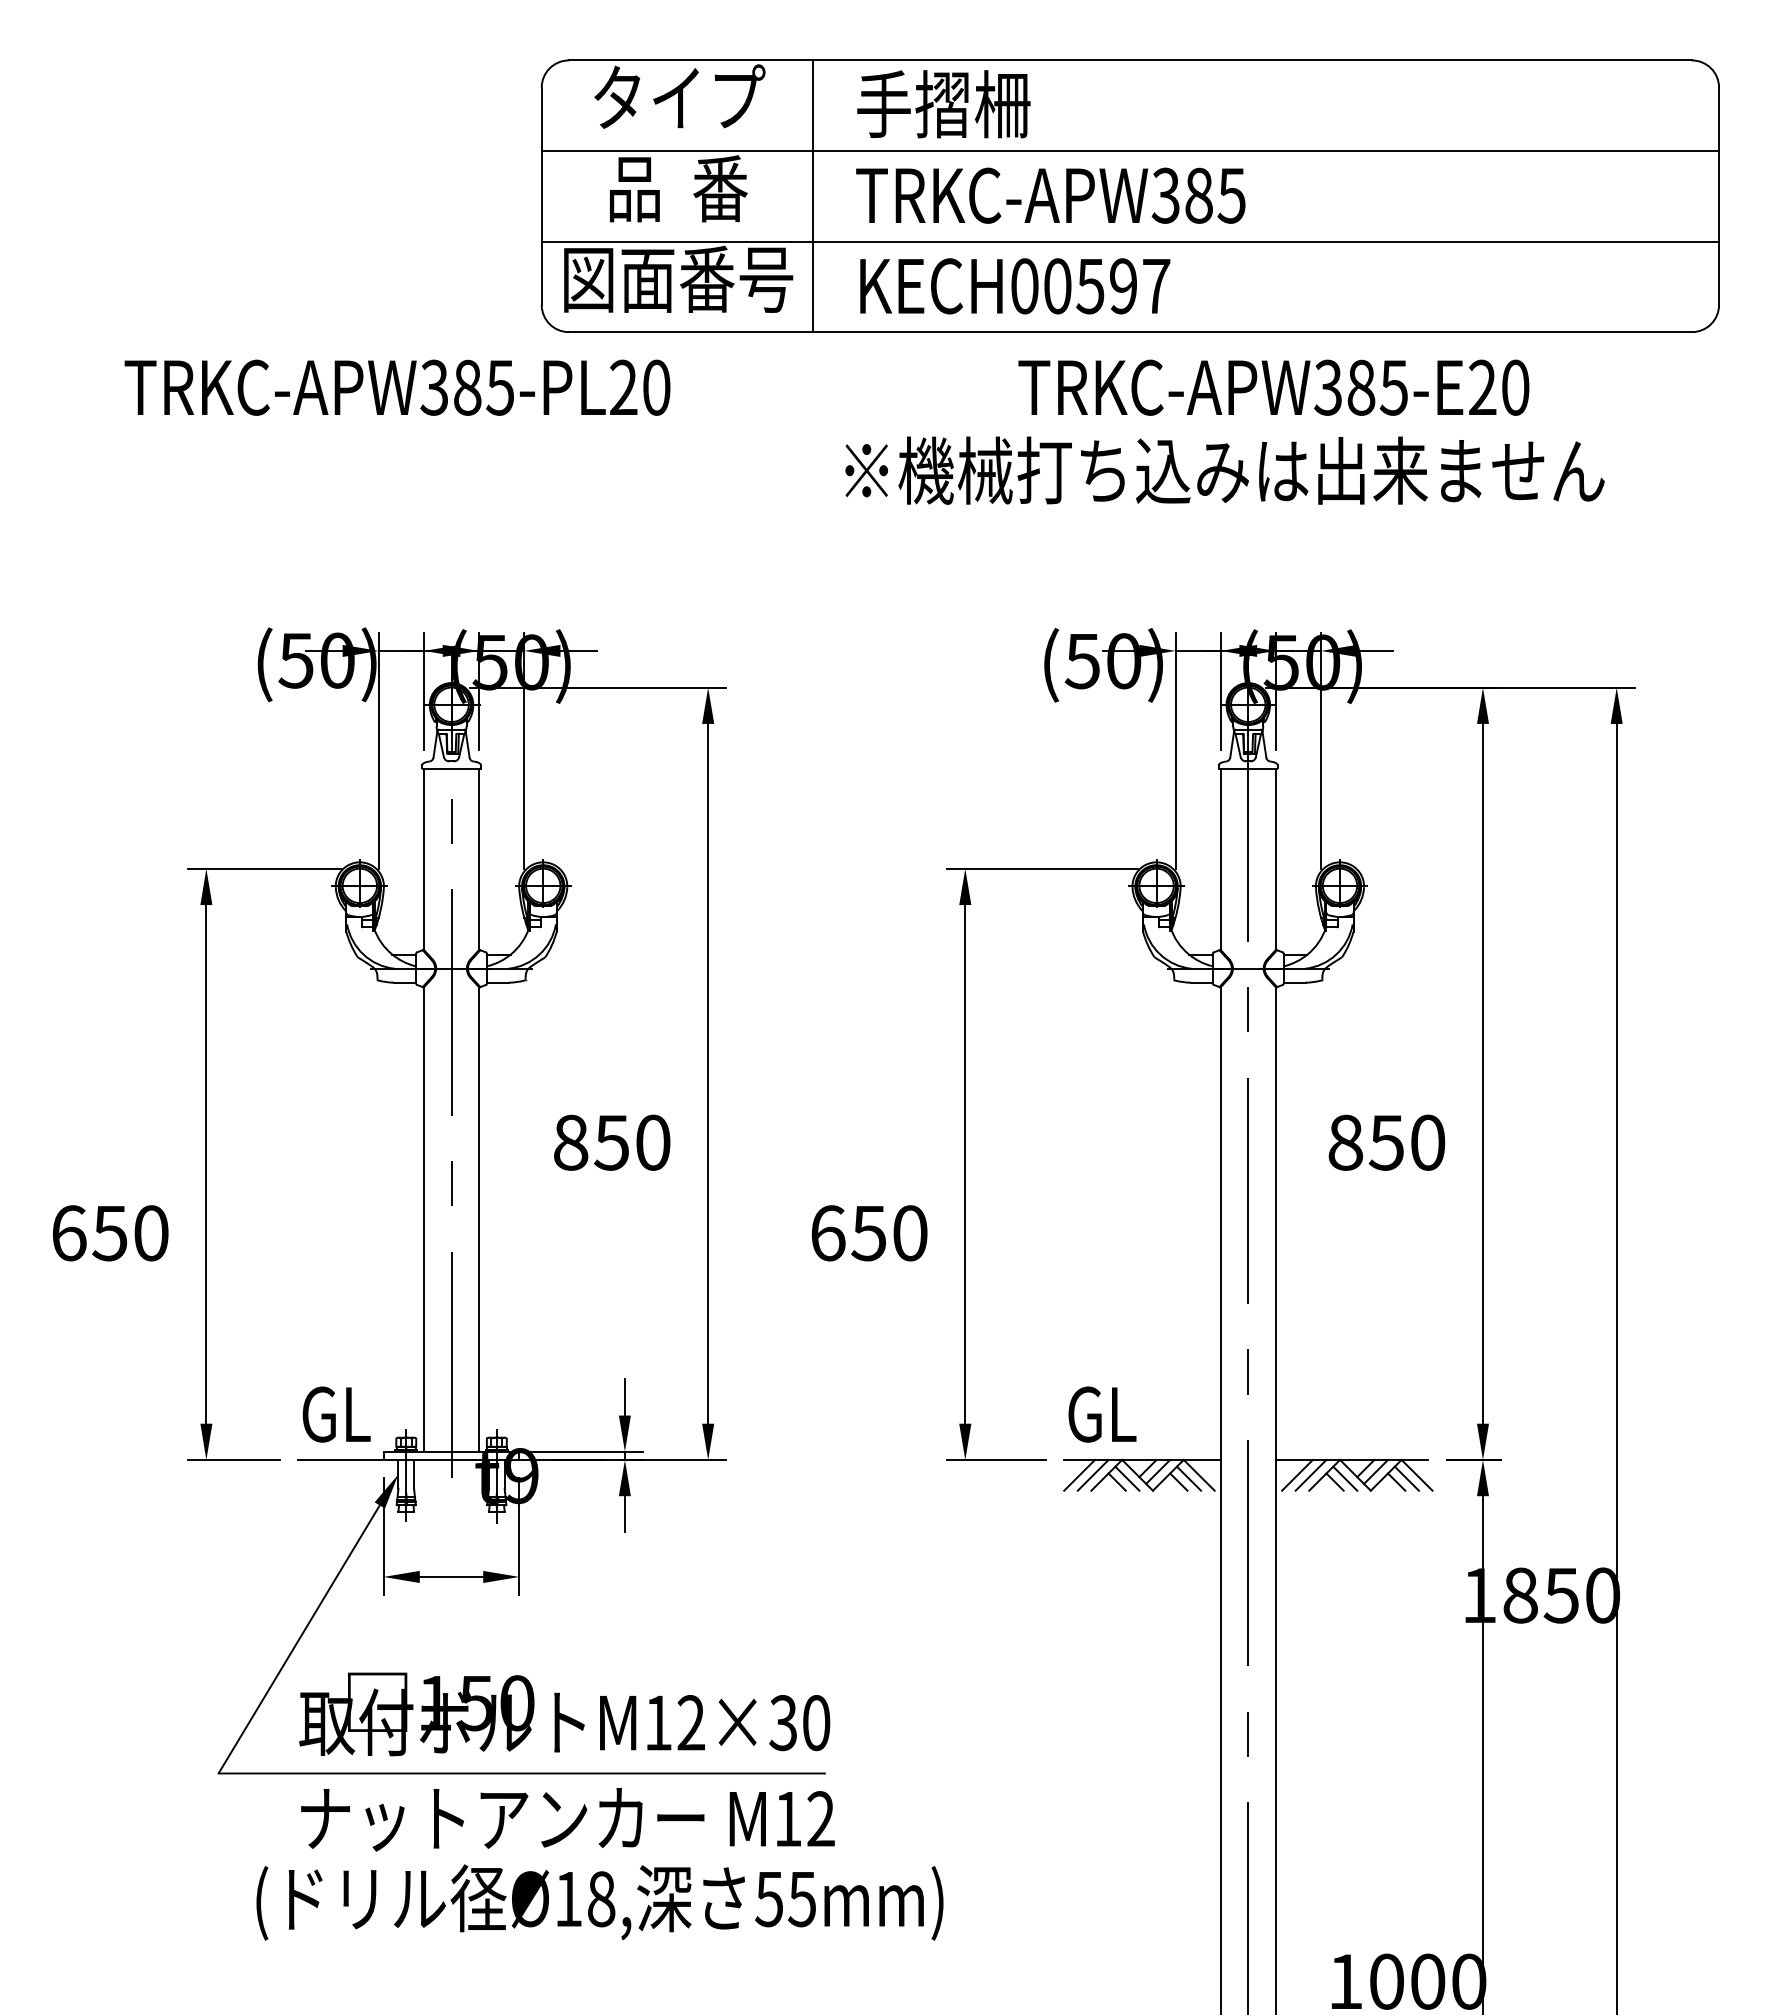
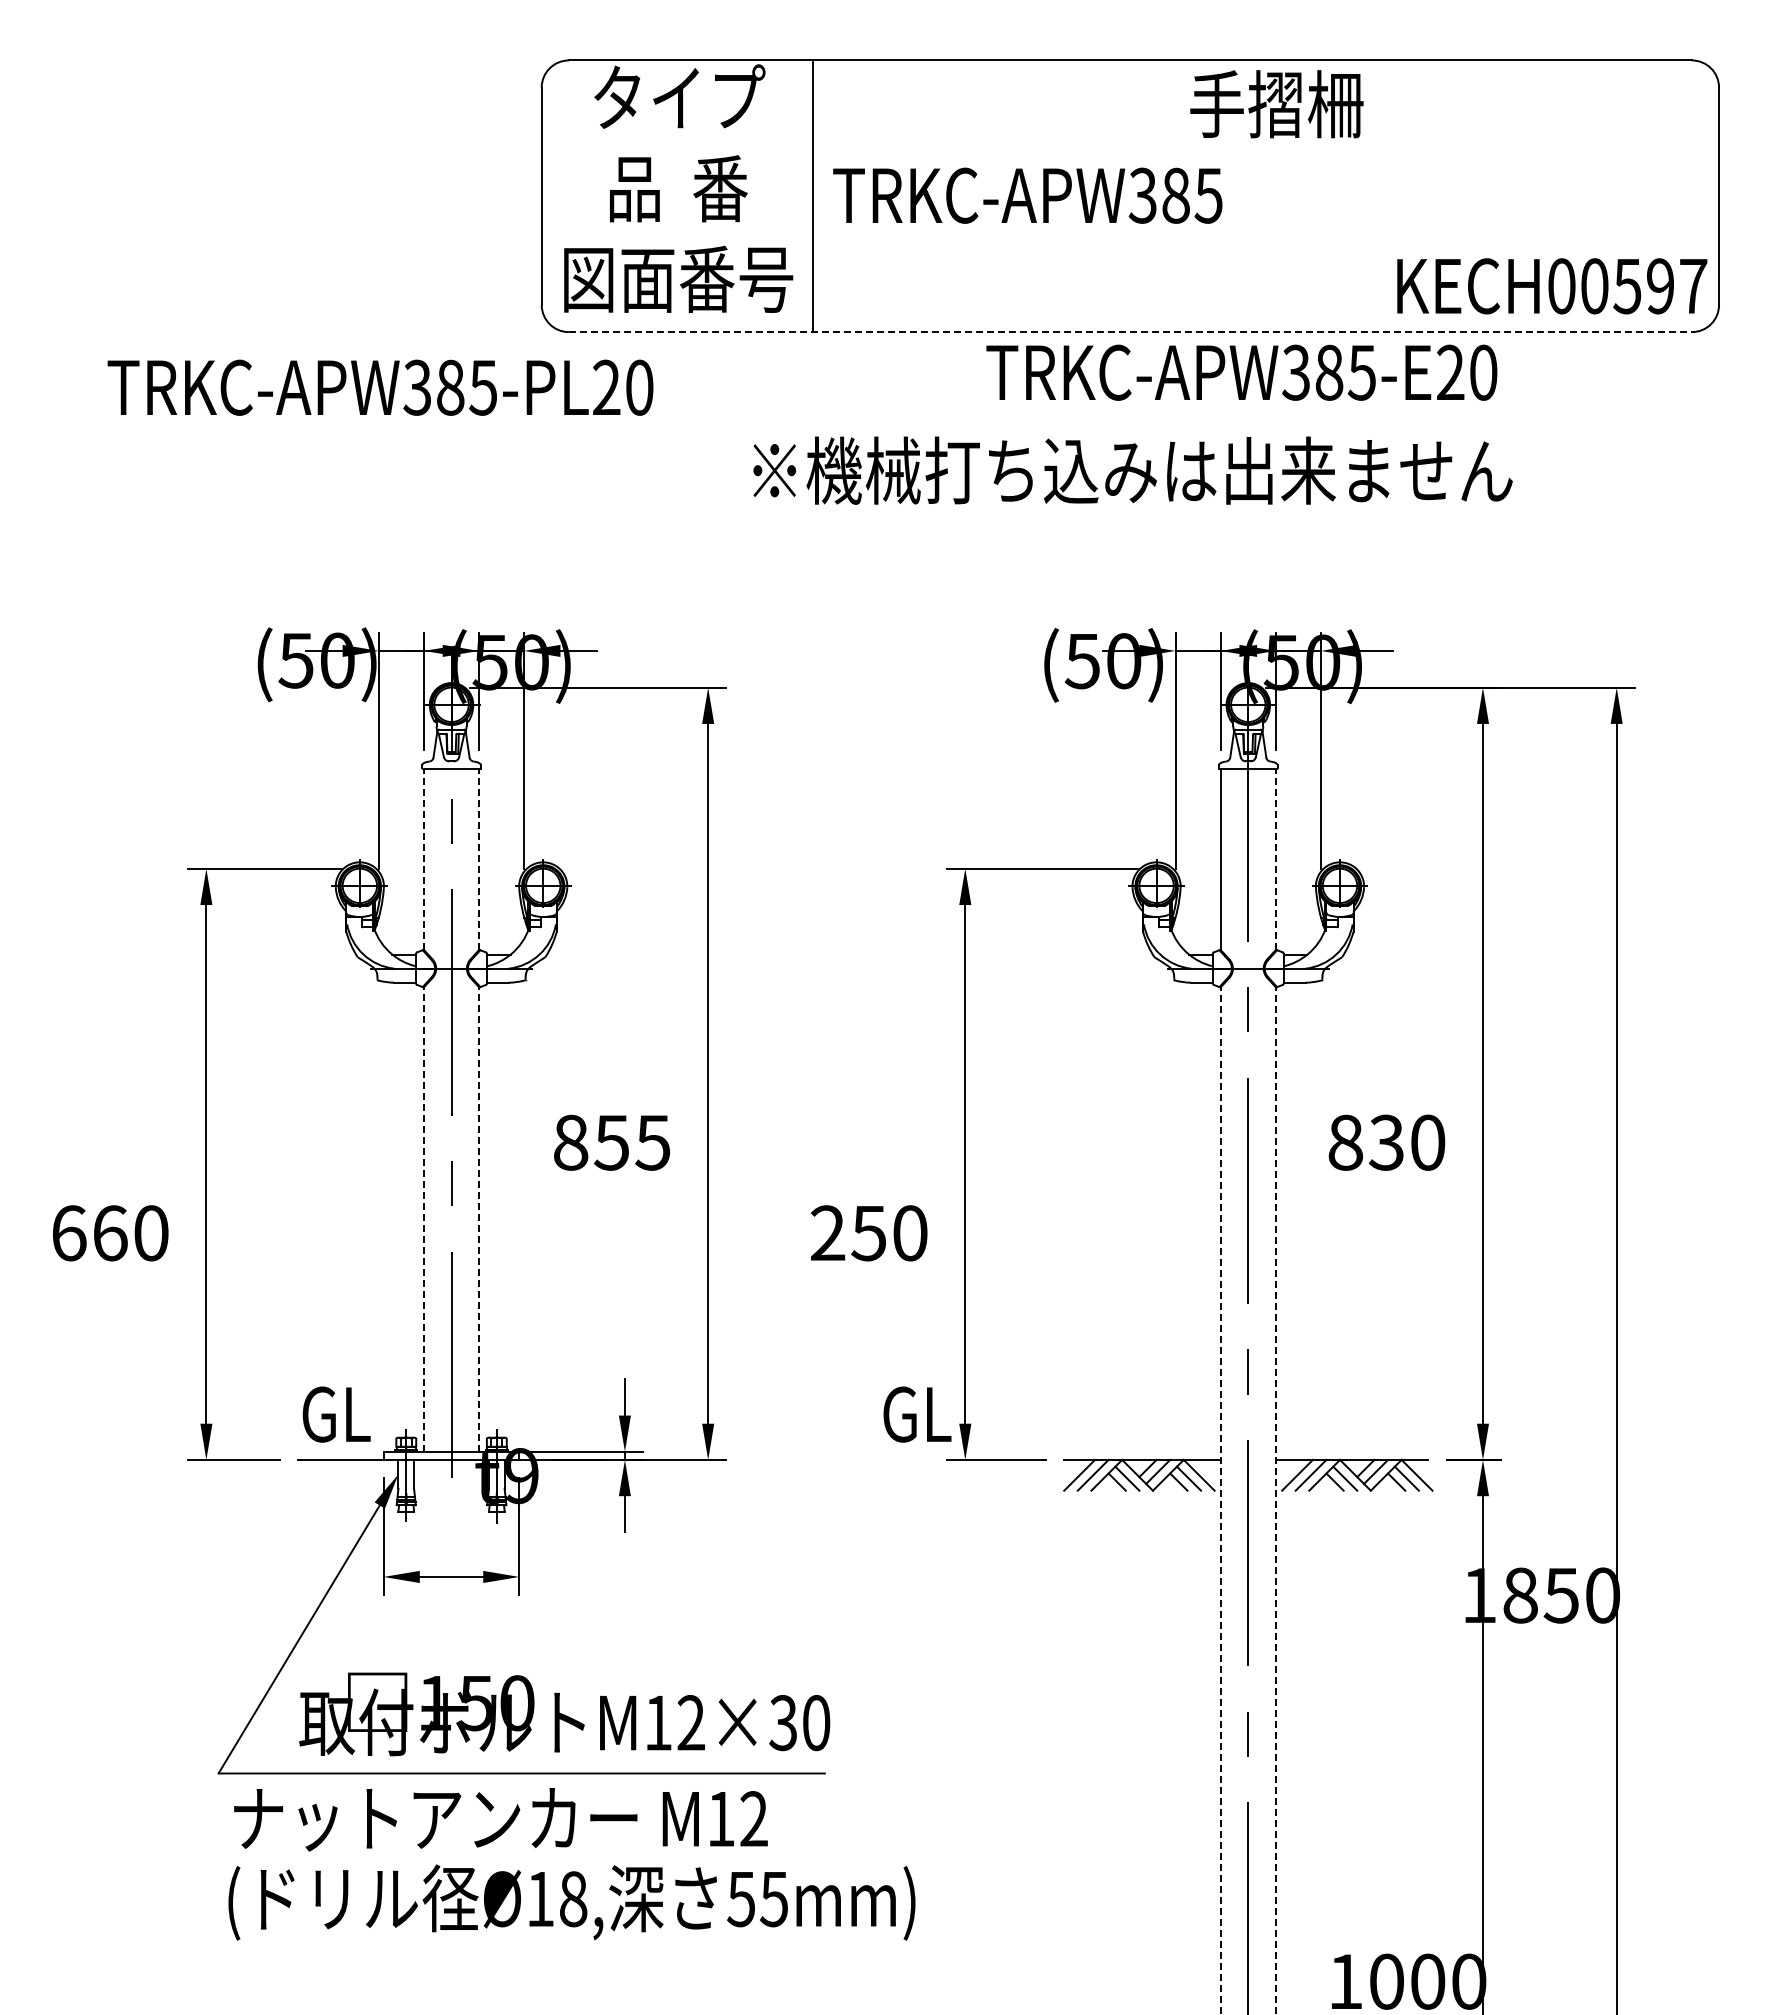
text at (943, 104) position: (943, 104) -> (1276, 104)
line at (1130, 151): present -> none
text at (1050, 195) position: (1050, 195) -> (1027, 195)
line at (1130, 241): present -> none
text at (1015, 286) position: (1015, 286) -> (1552, 286)
line at (1130, 332): solid -> dashed
text at (397, 387) position: (397, 387) -> (380, 387)
text at (1273, 387) position: (1273, 387) -> (1241, 372)
text at (1224, 470) position: (1224, 470) -> (1132, 470)
line at (424, 859): solid -> dashed
line at (478, 859): solid -> dashed
line at (1275, 859): solid -> dashed
text at (652, 1142): 850 -> 855
text at (1385, 1142): 850 -> 830
line at (424, 1218): solid -> dashed
line at (478, 1218): solid -> dashed
text at (109, 1233): 650 -> 660
text at (828, 1233): 650 -> 250
text at (1102, 1414) position: (1102, 1414) -> (917, 1414)
line at (1220, 1500): solid -> dashed
line at (1275, 1500): solid -> dashed
text at (567, 1819) position: (567, 1819) -> (500, 1819)
text at (599, 1902) position: (599, 1902) -> (571, 1902)
